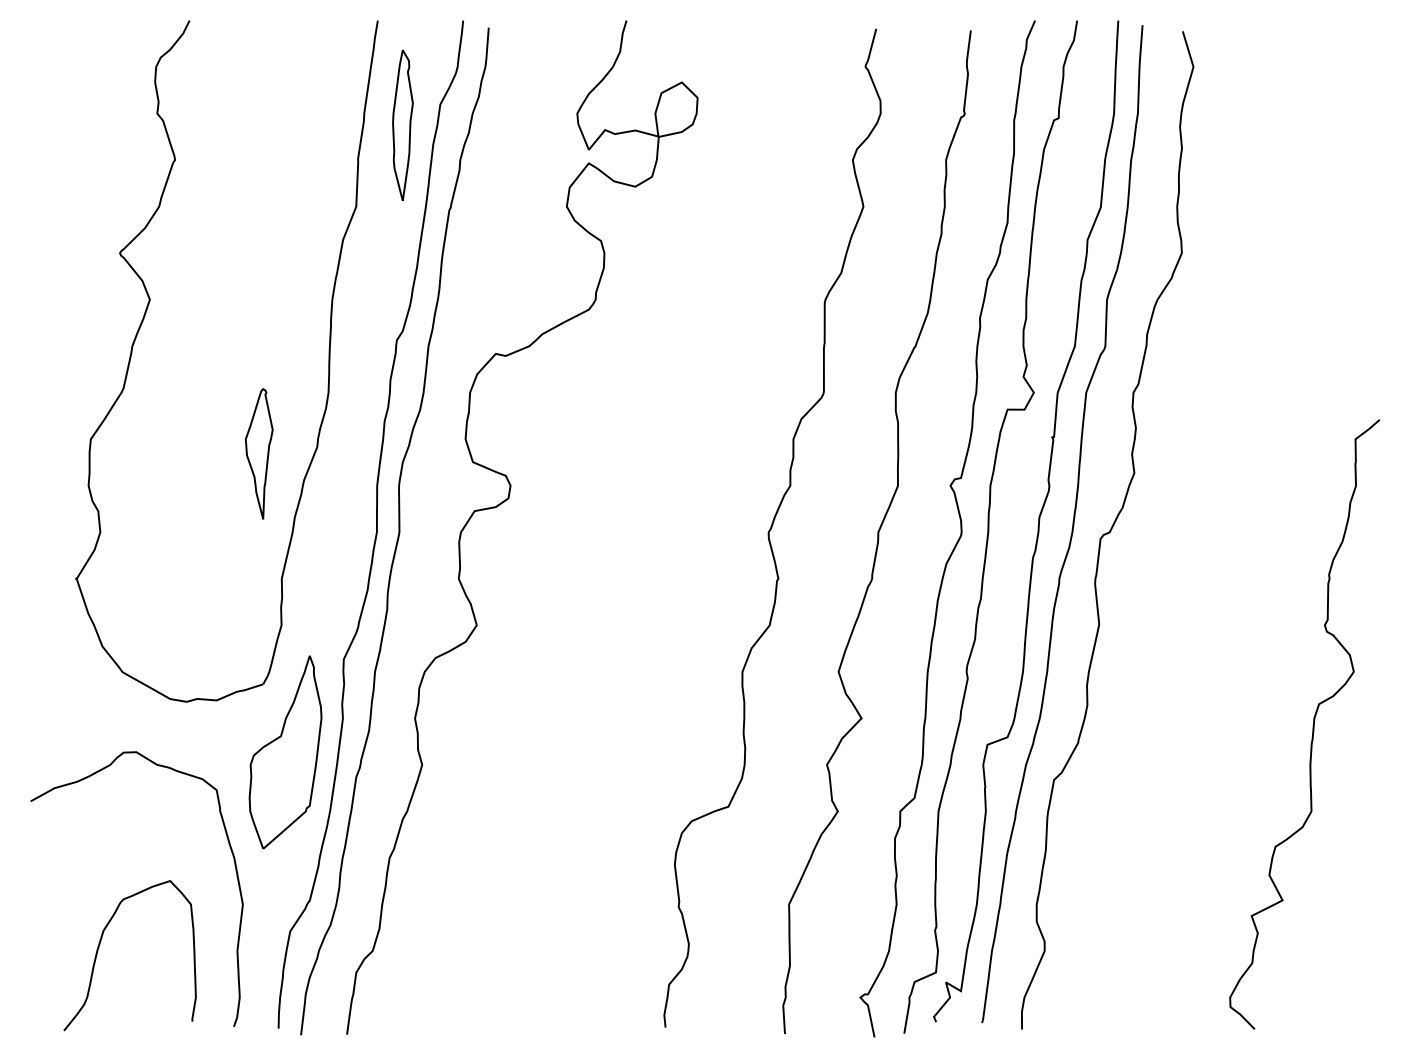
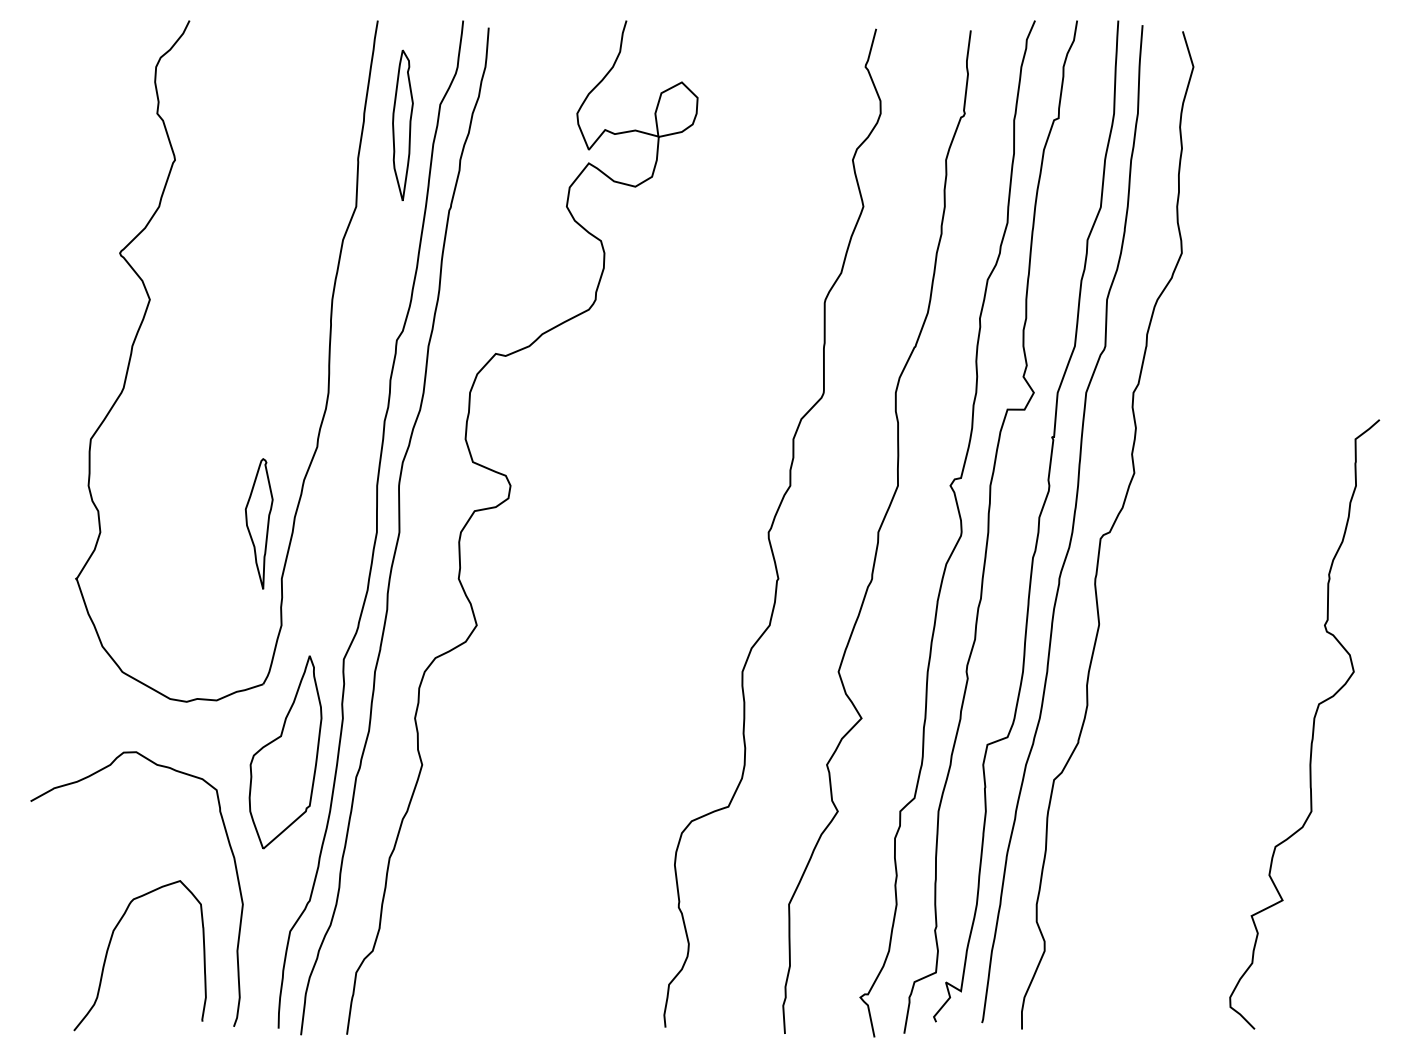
part at (258, 453) position: (258, 453) -> (258, 523)
curve at (100, 944) position: (100, 944) -> (110, 944)
